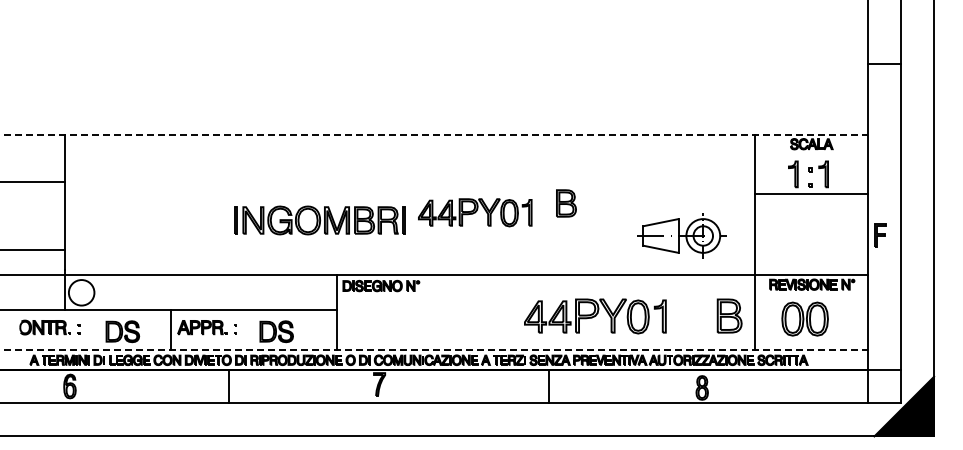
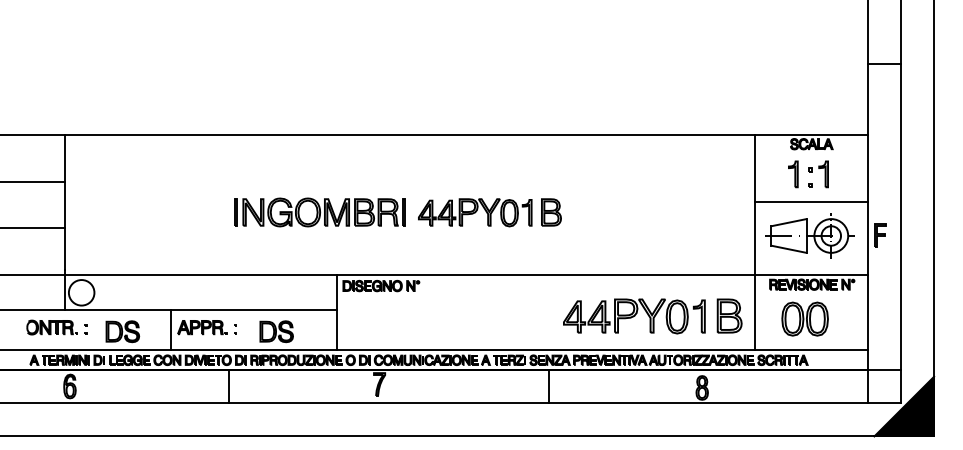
line at (433, 134): dashed -> solid
line at (811, 193) position: (811, 193) -> (811, 201)
part at (566, 203) position: (566, 203) -> (551, 212)
part at (319, 220) position: (319, 220) -> (319, 212)
part at (681, 235) position: (681, 235) -> (809, 235)
line at (33, 250) position: (33, 250) -> (33, 228)
part at (595, 316) position: (595, 316) -> (634, 316)
part at (49, 327) position: (49, 327) -> (56, 327)
line at (433, 350): dashed -> solid
